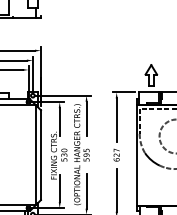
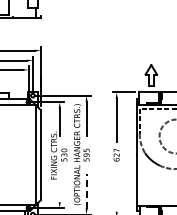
line at (59, 188): present -> none
line at (116, 189): present -> none
line at (86, 190): solid -> dashed
